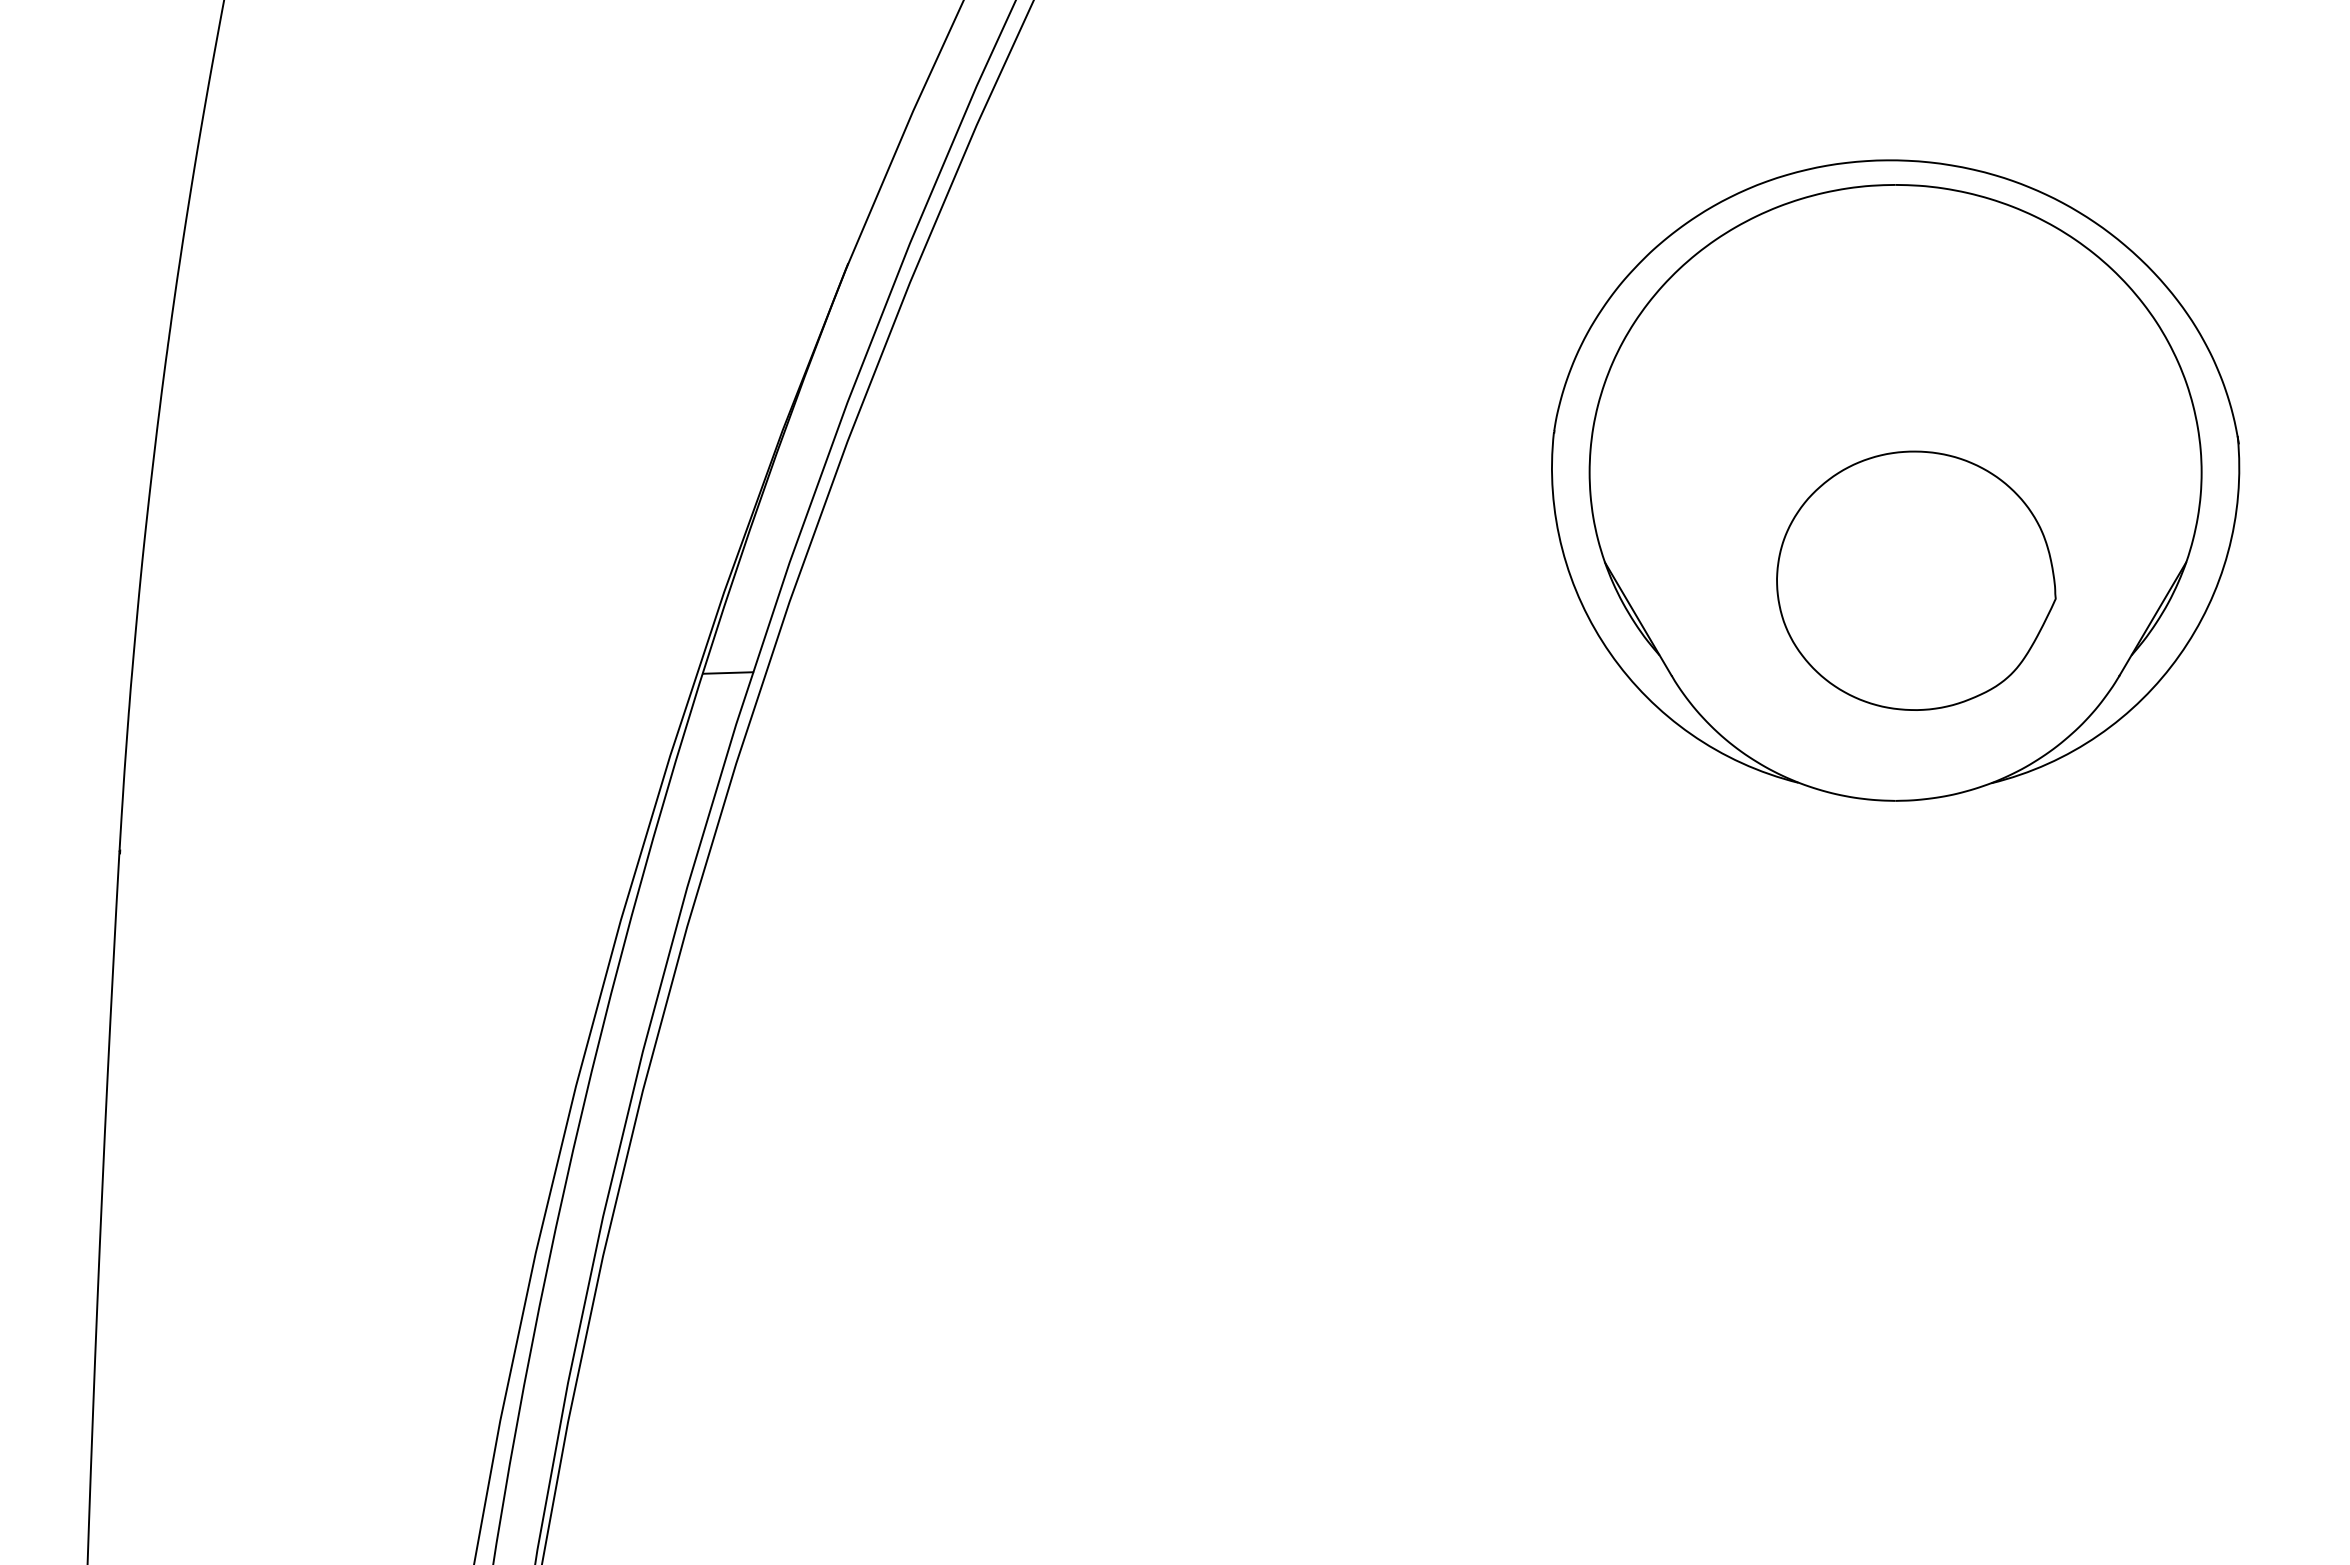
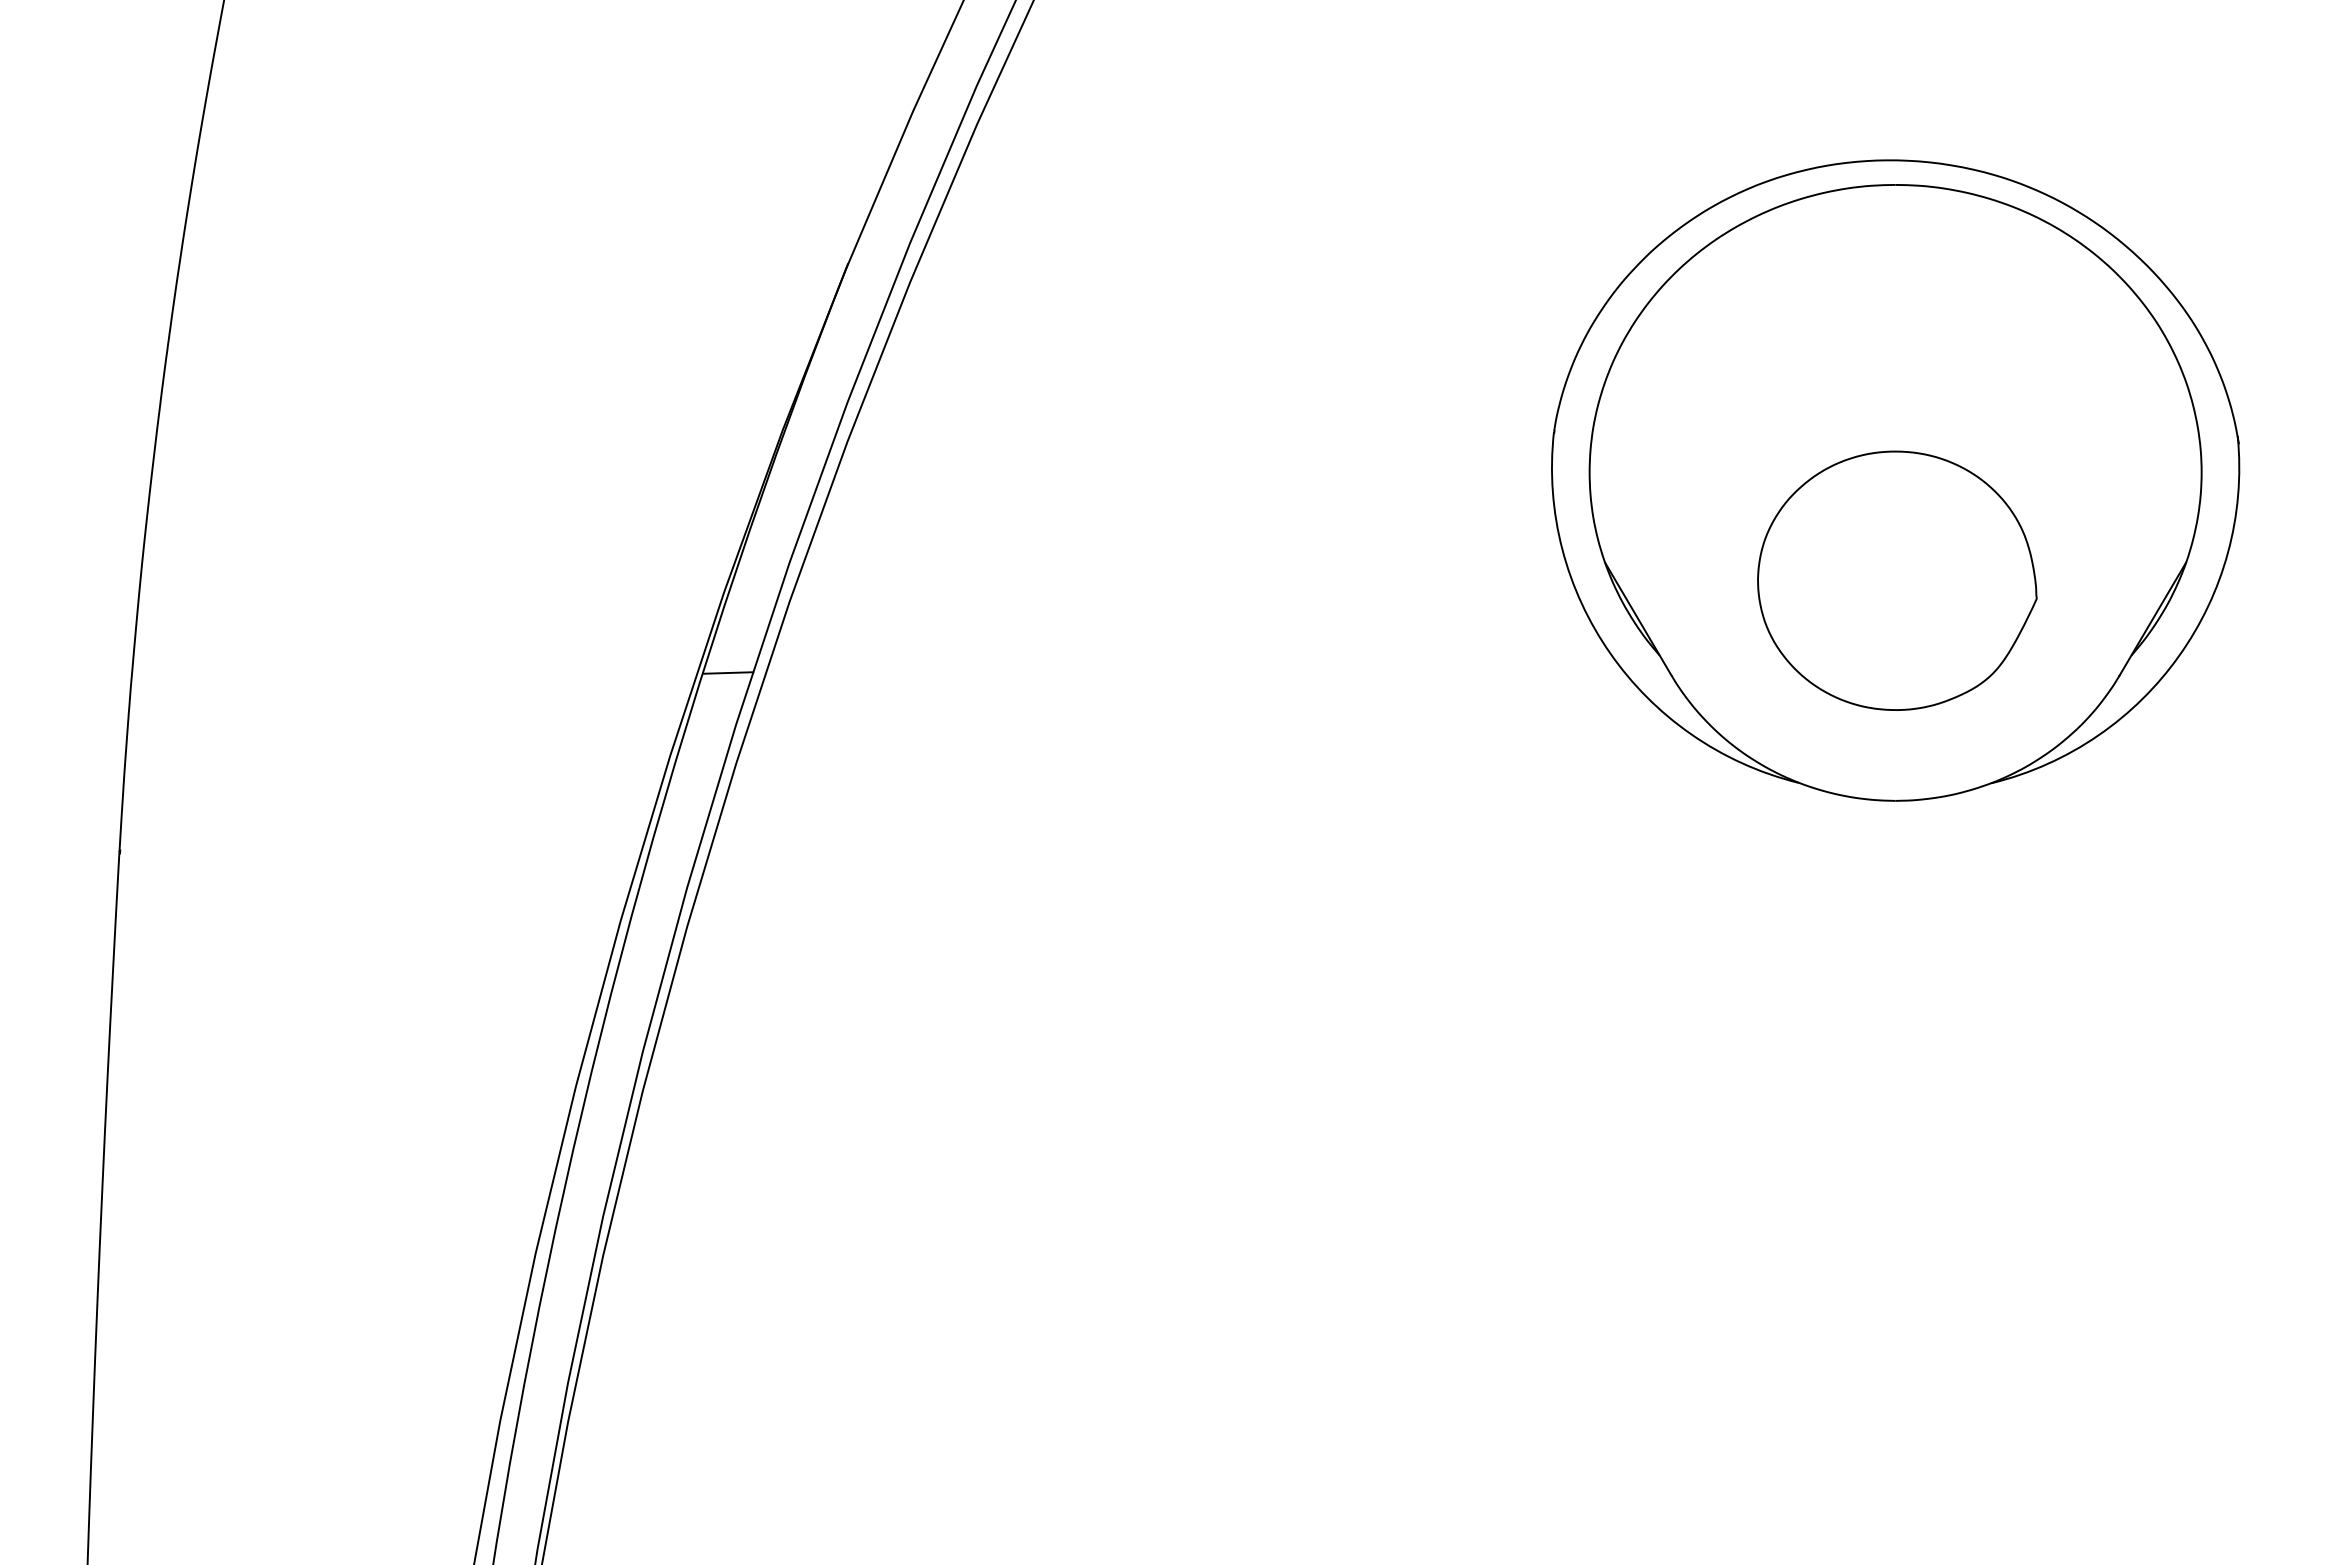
part at (1916, 580) position: (1916, 580) -> (1897, 580)
